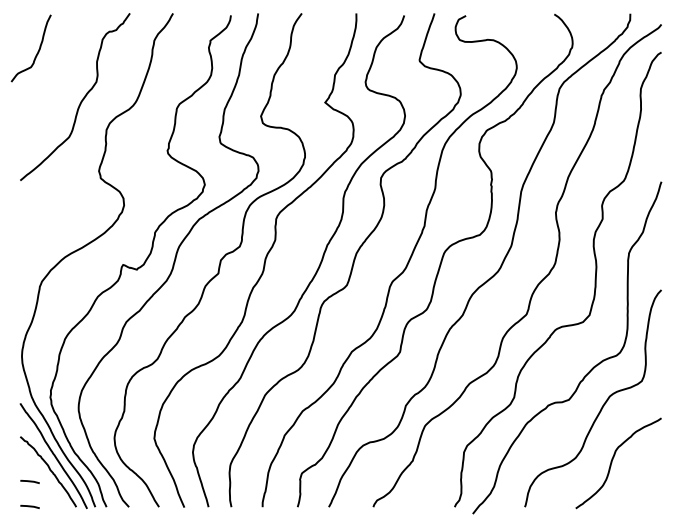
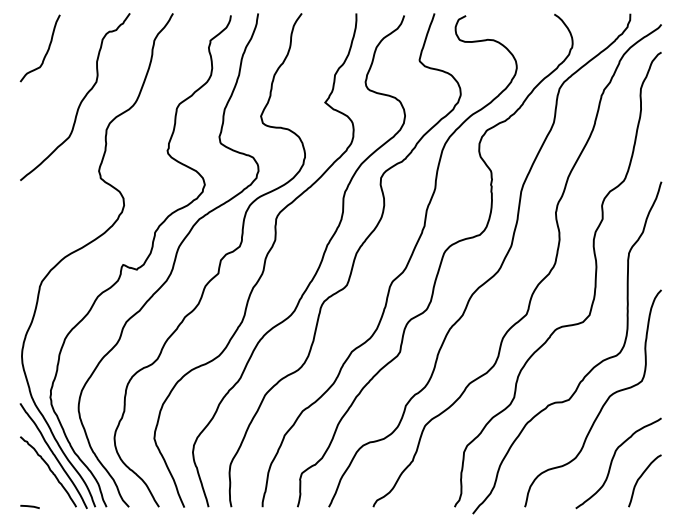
curve at (37, 51) position: (37, 51) -> (46, 51)
curve at (641, 477): none -> present
line at (29, 481): present -> none
